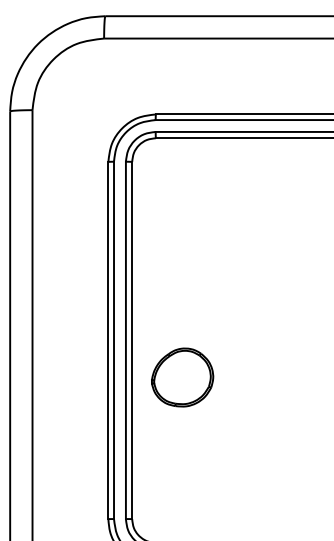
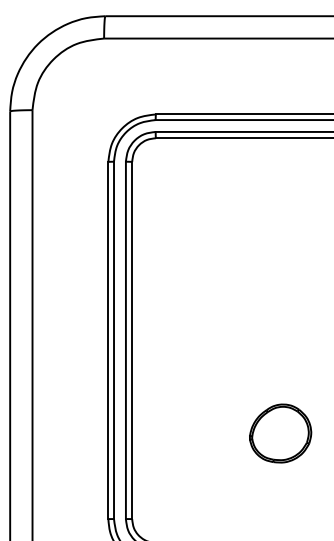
part at (182, 377) position: (182, 377) -> (280, 433)
